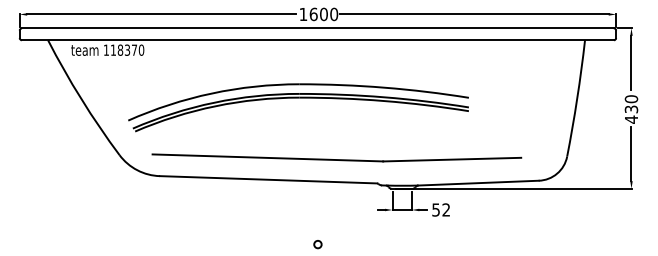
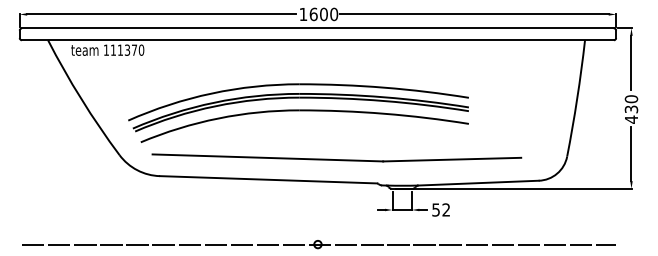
text at (120, 49): 118370 -> 111370
part at (304, 111): none -> present
line at (318, 244): none -> present
